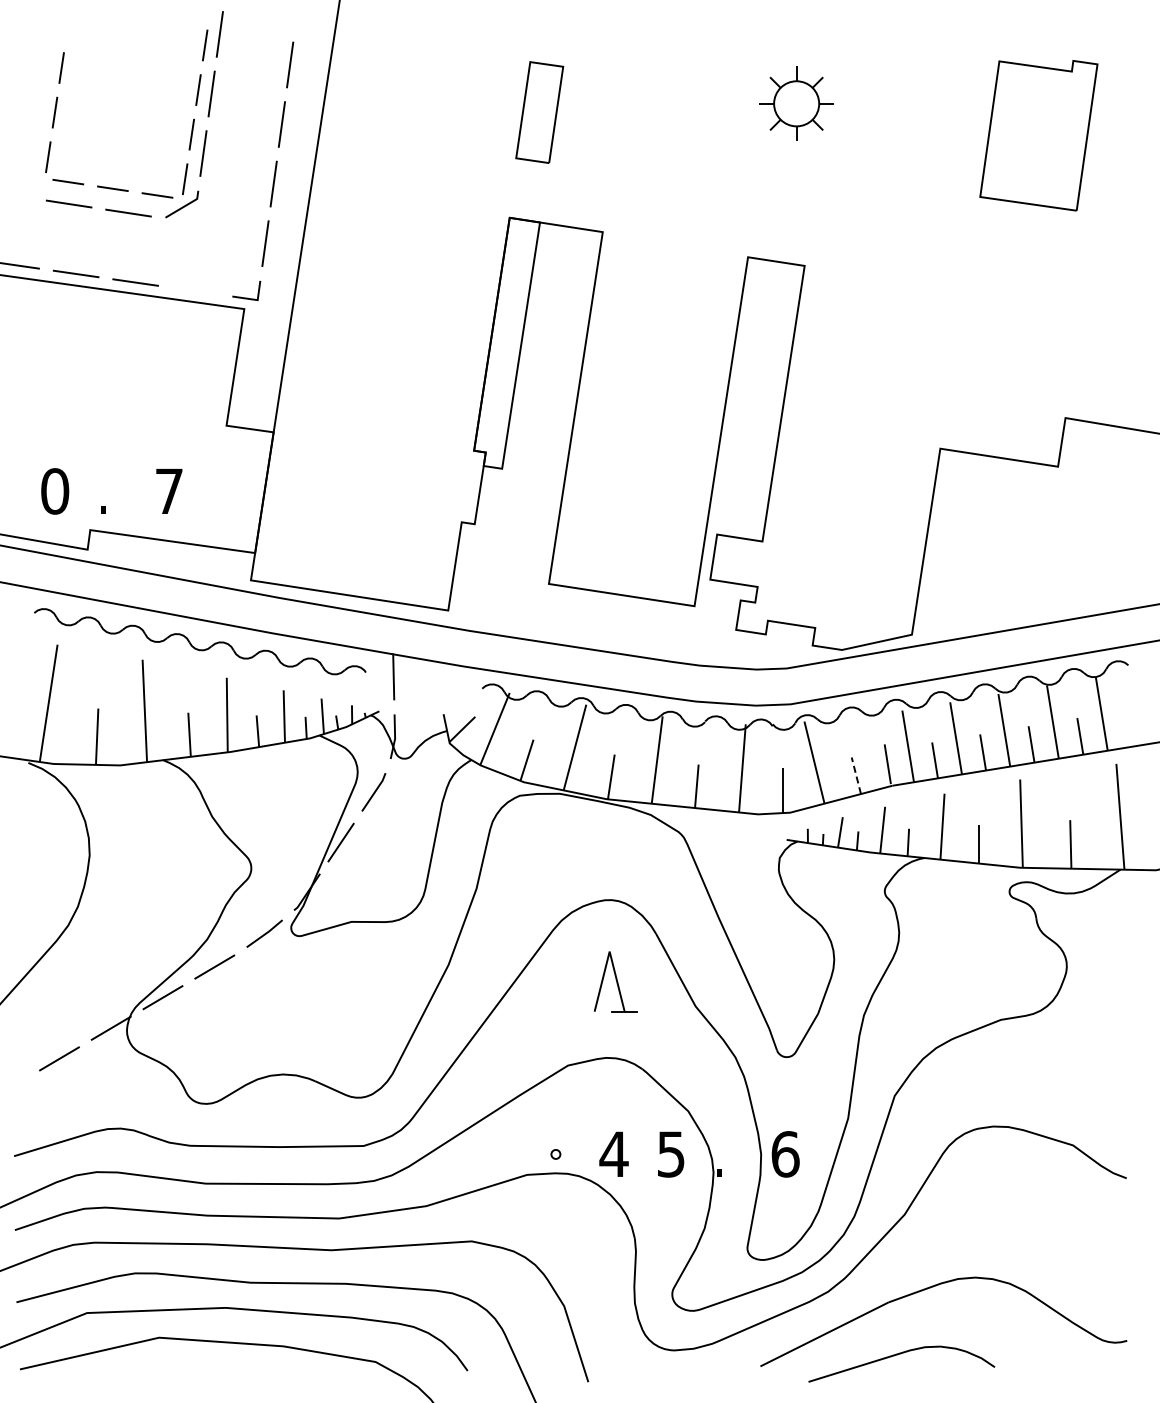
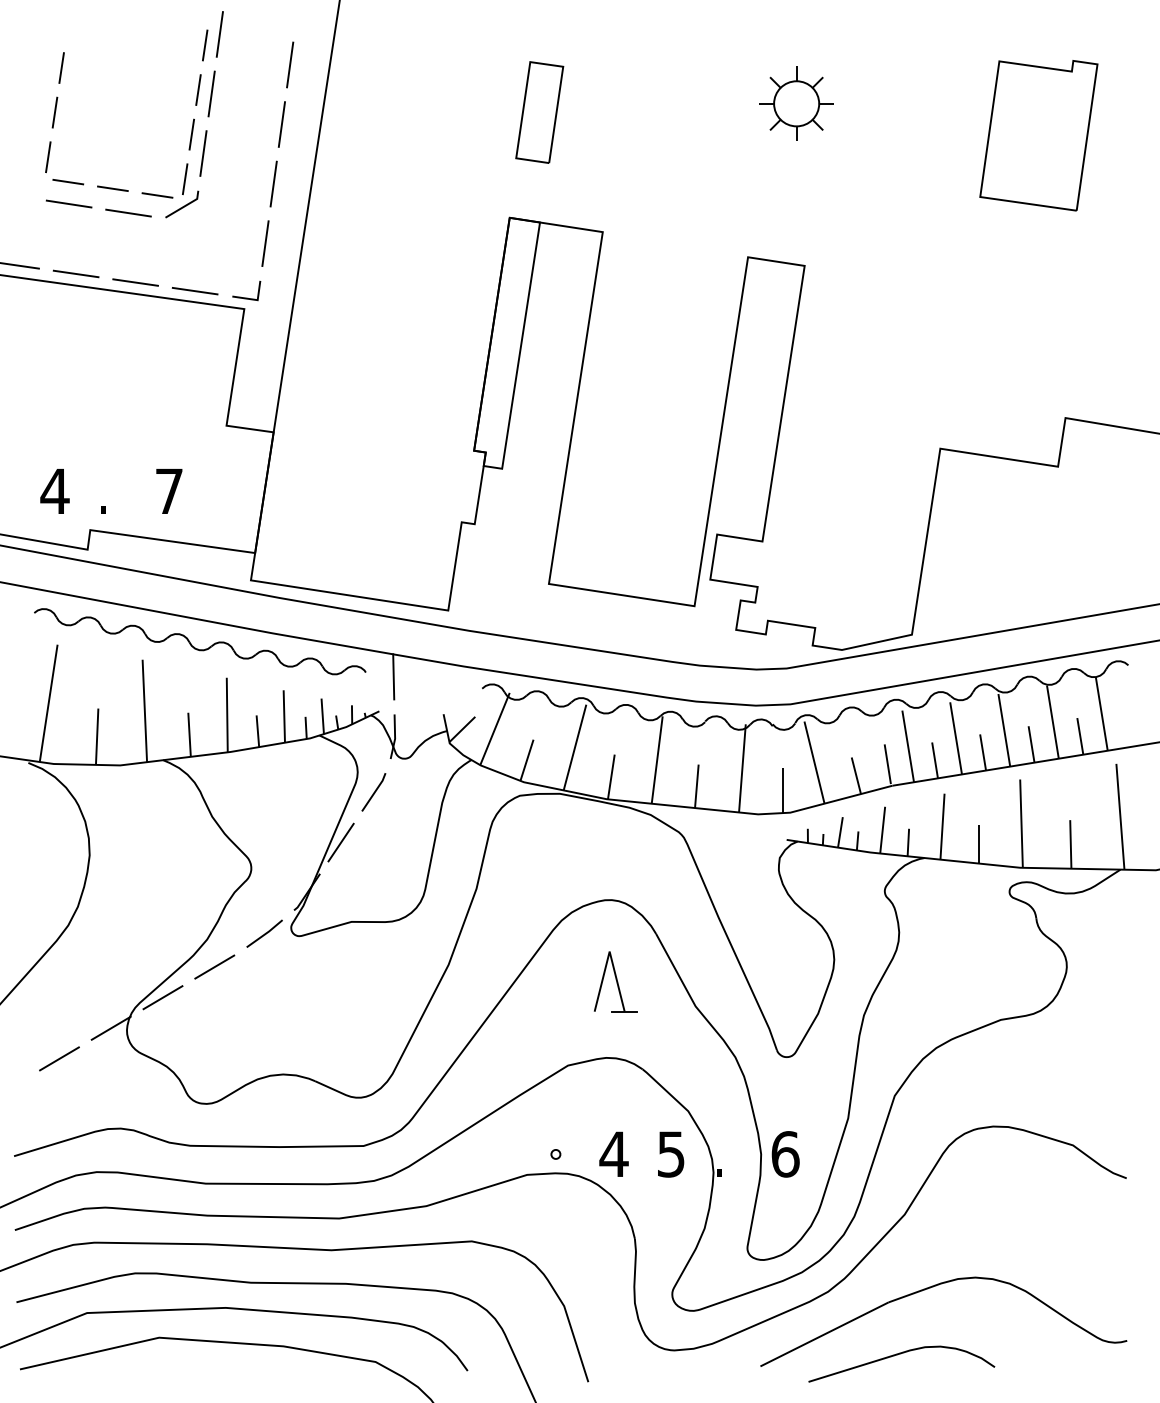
line at (194, 290): none -> present
text at (54, 491): 0 -> 4
line at (856, 775): dashed -> solid
